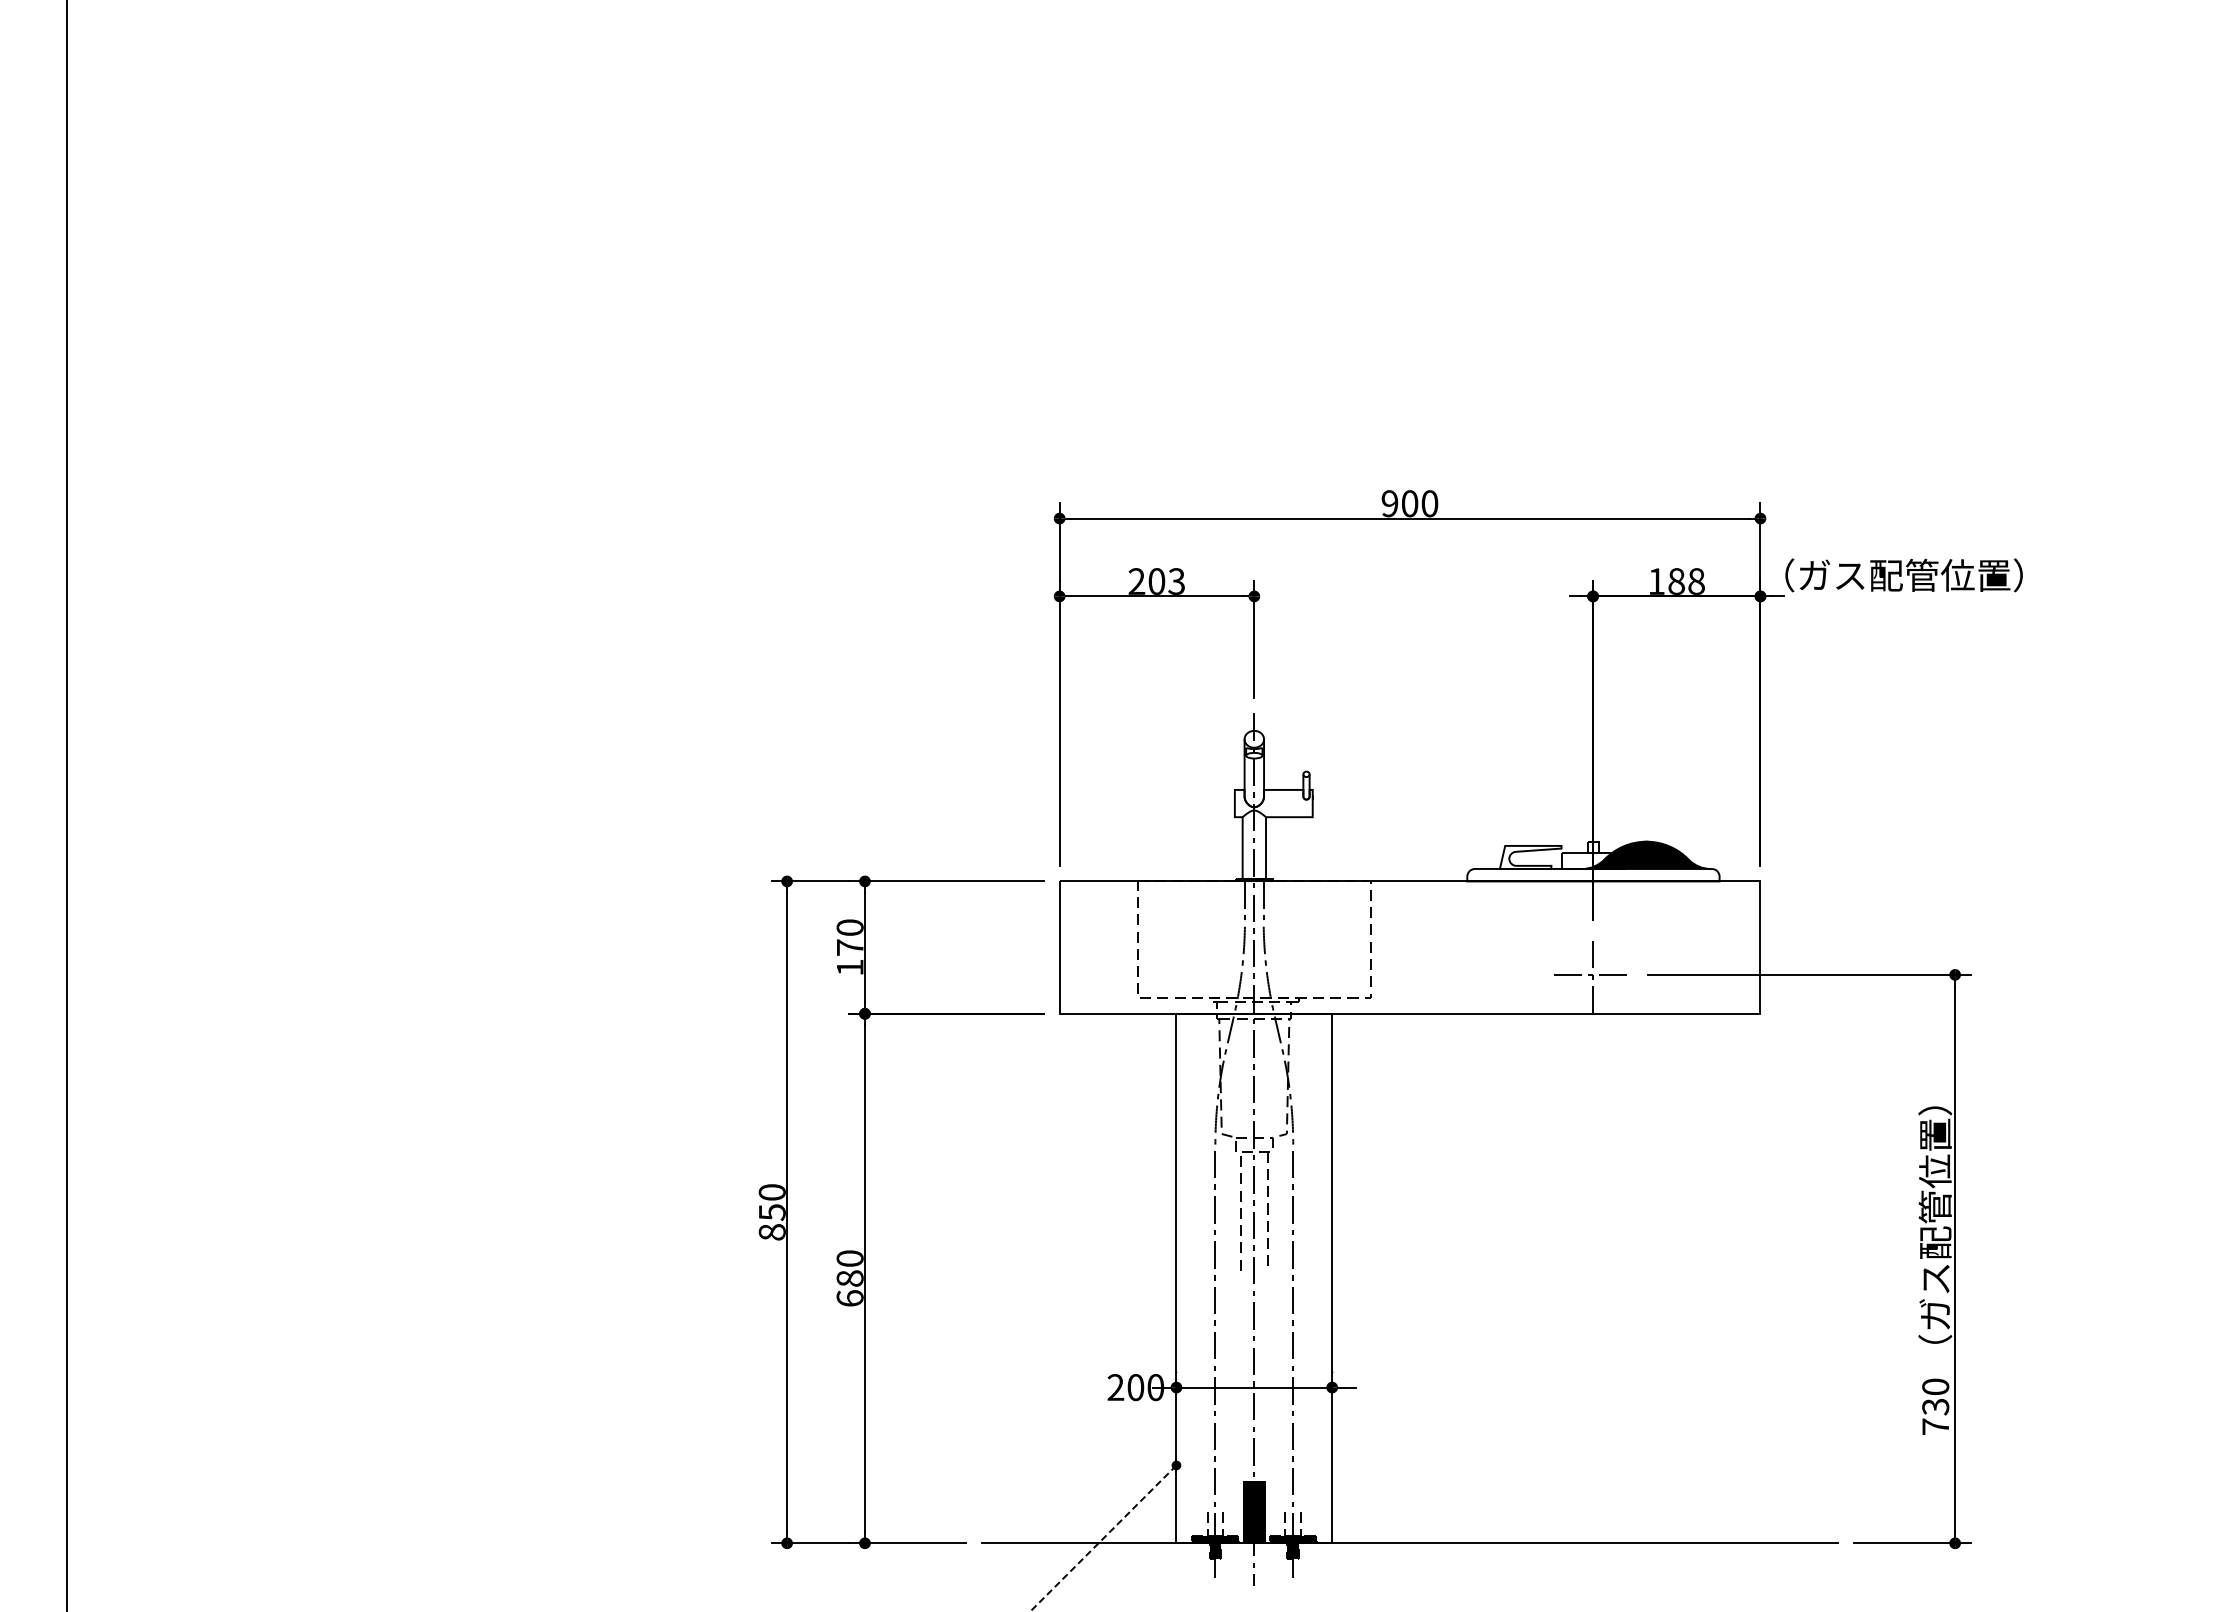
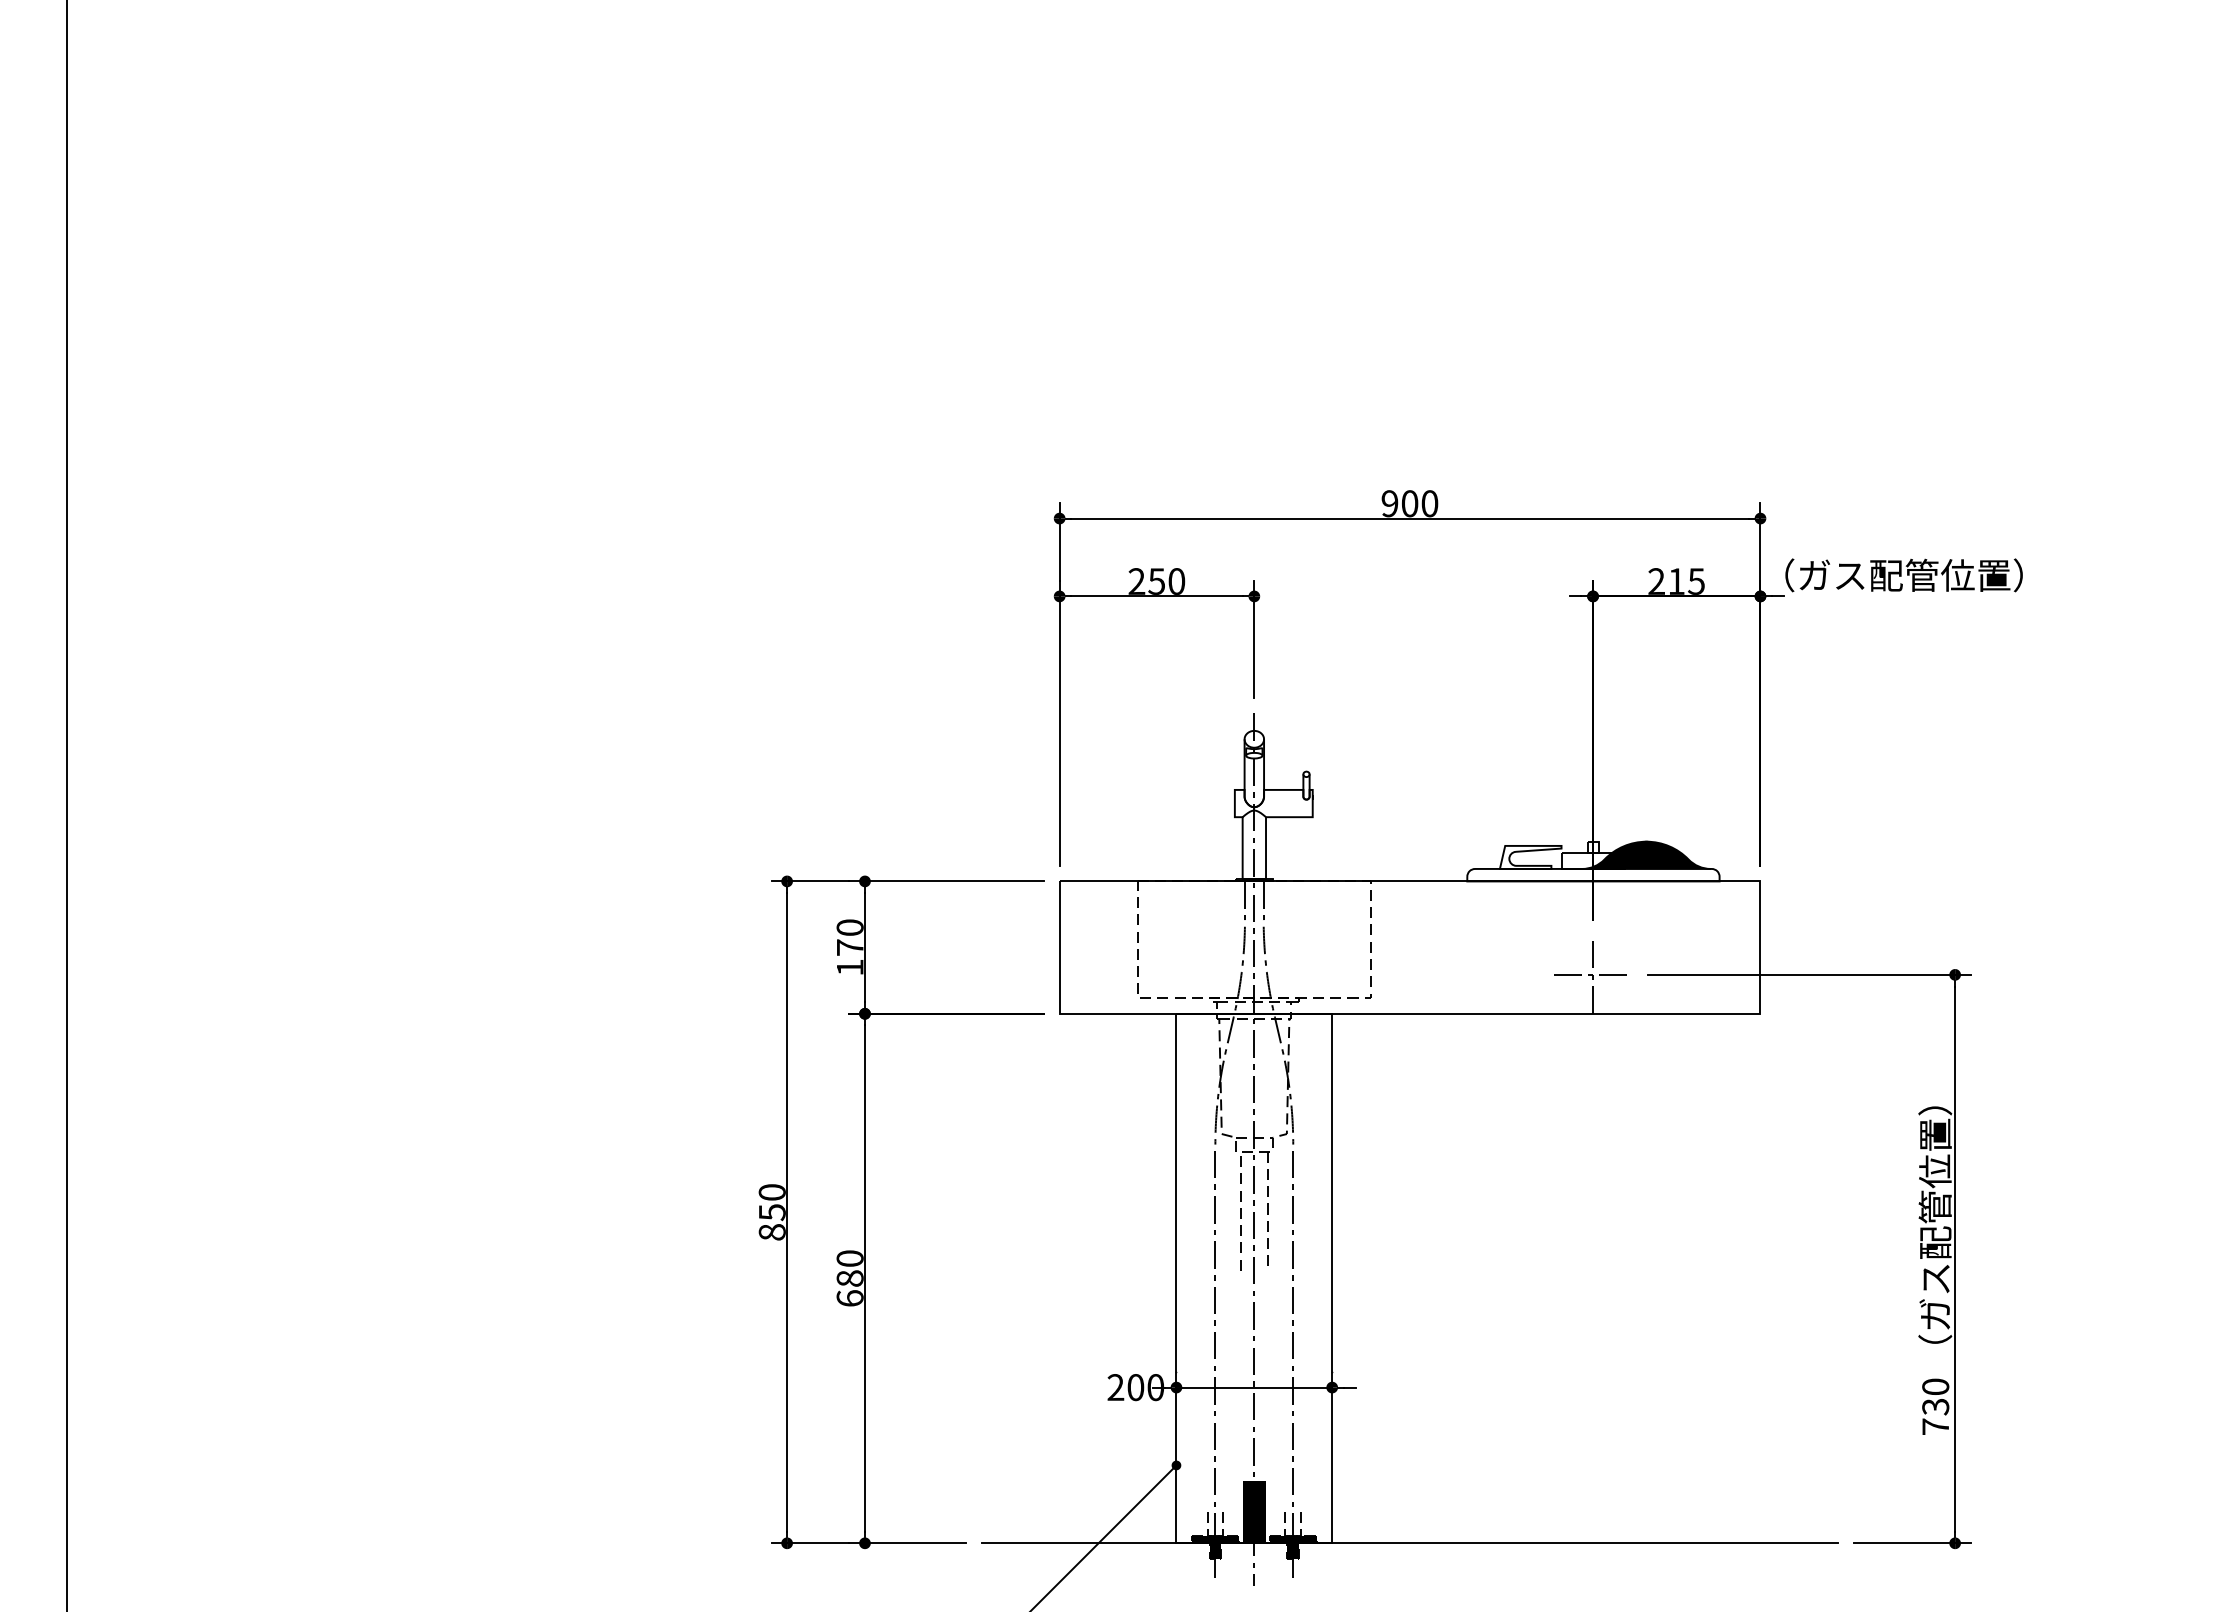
text at (1166, 581): 203 -> 250
text at (1676, 581): 188 -> 215
line at (1103, 1538): dashed -> solid
